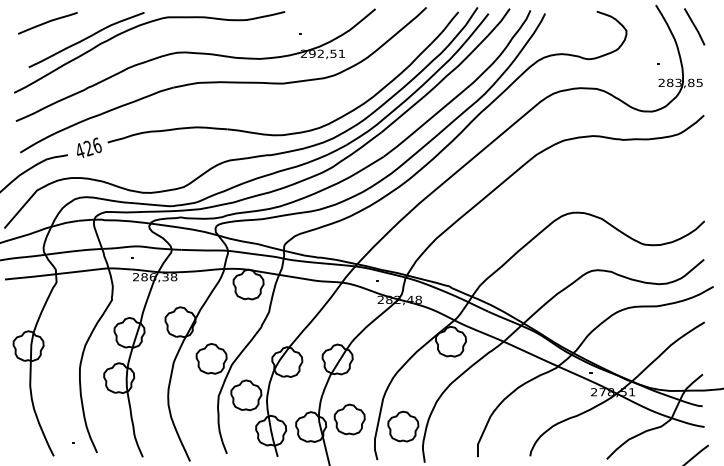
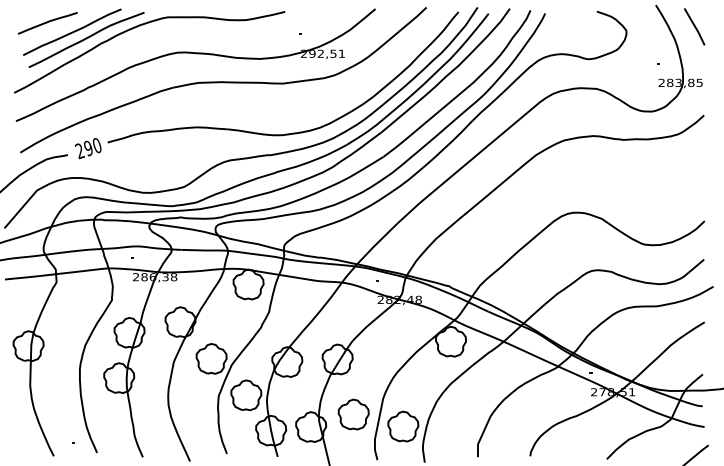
curve at (72, 31): none -> present
text at (87, 148): 426 -> 290
part at (349, 419) position: (349, 419) -> (353, 414)
